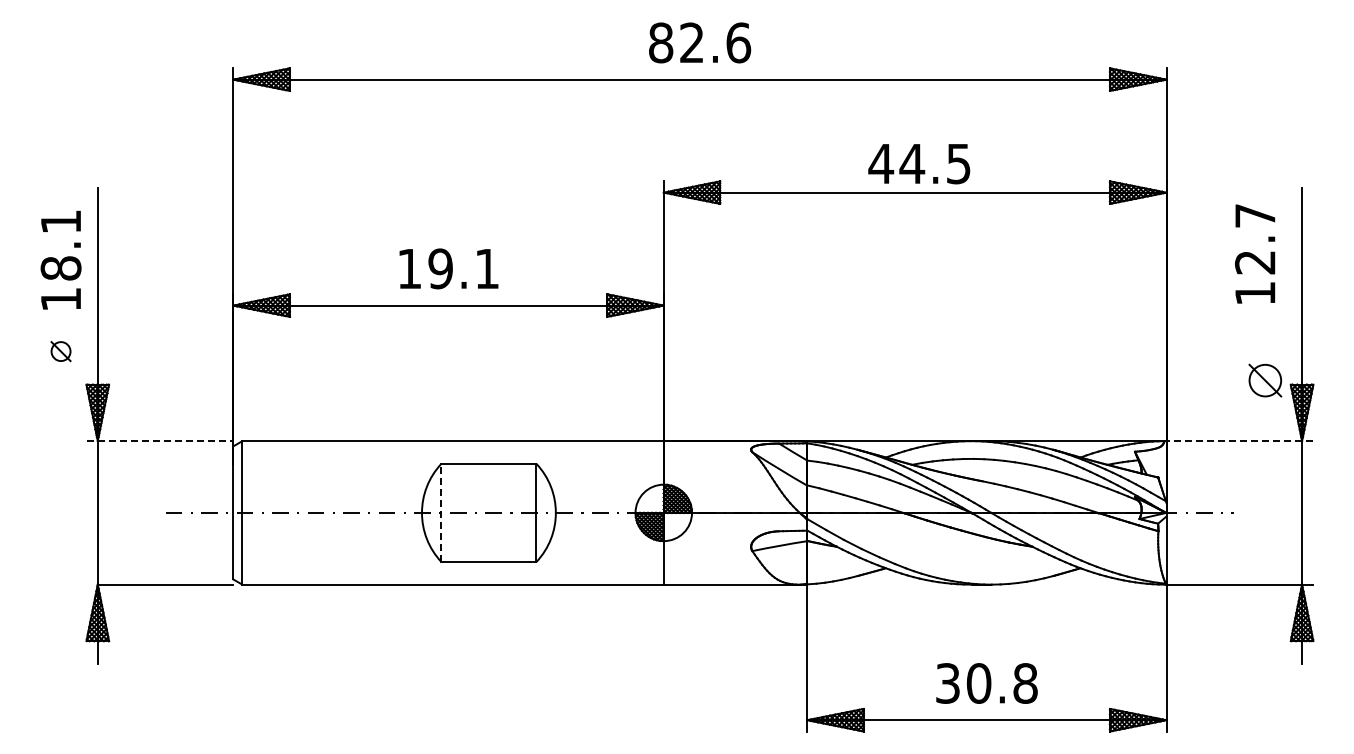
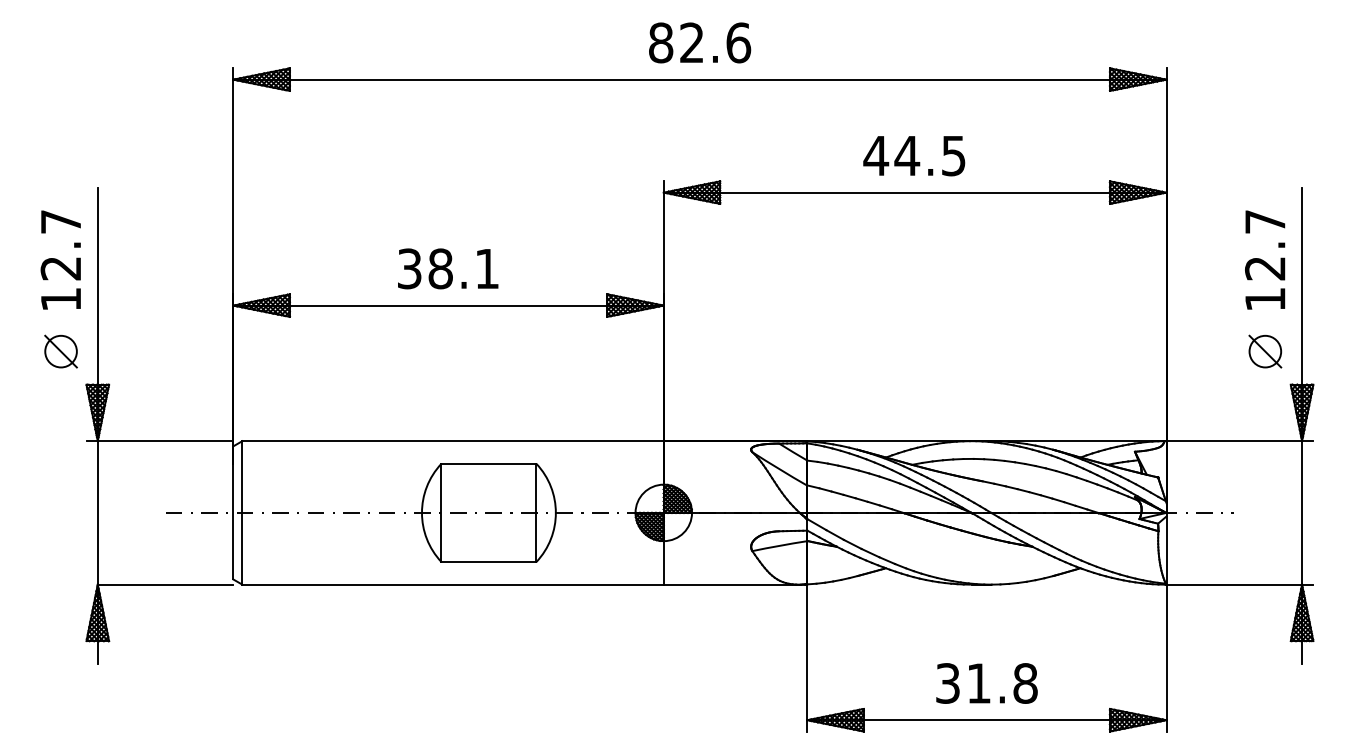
text at (919, 164) position: (919, 164) -> (914, 156)
text at (60, 245): 18.1 -> 12.7
text at (1255, 253) position: (1255, 253) -> (1265, 259)
text at (425, 268): 19.1 -> 38.1
part at (60, 351) size: 22x22 px -> 34x35 px
part at (1265, 380) position: (1265, 380) -> (1265, 351)
line at (160, 441): dashed -> solid
line at (1239, 441): dashed -> solid
line at (441, 512): dashed -> solid
text at (978, 683): 30.8 -> 31.8
